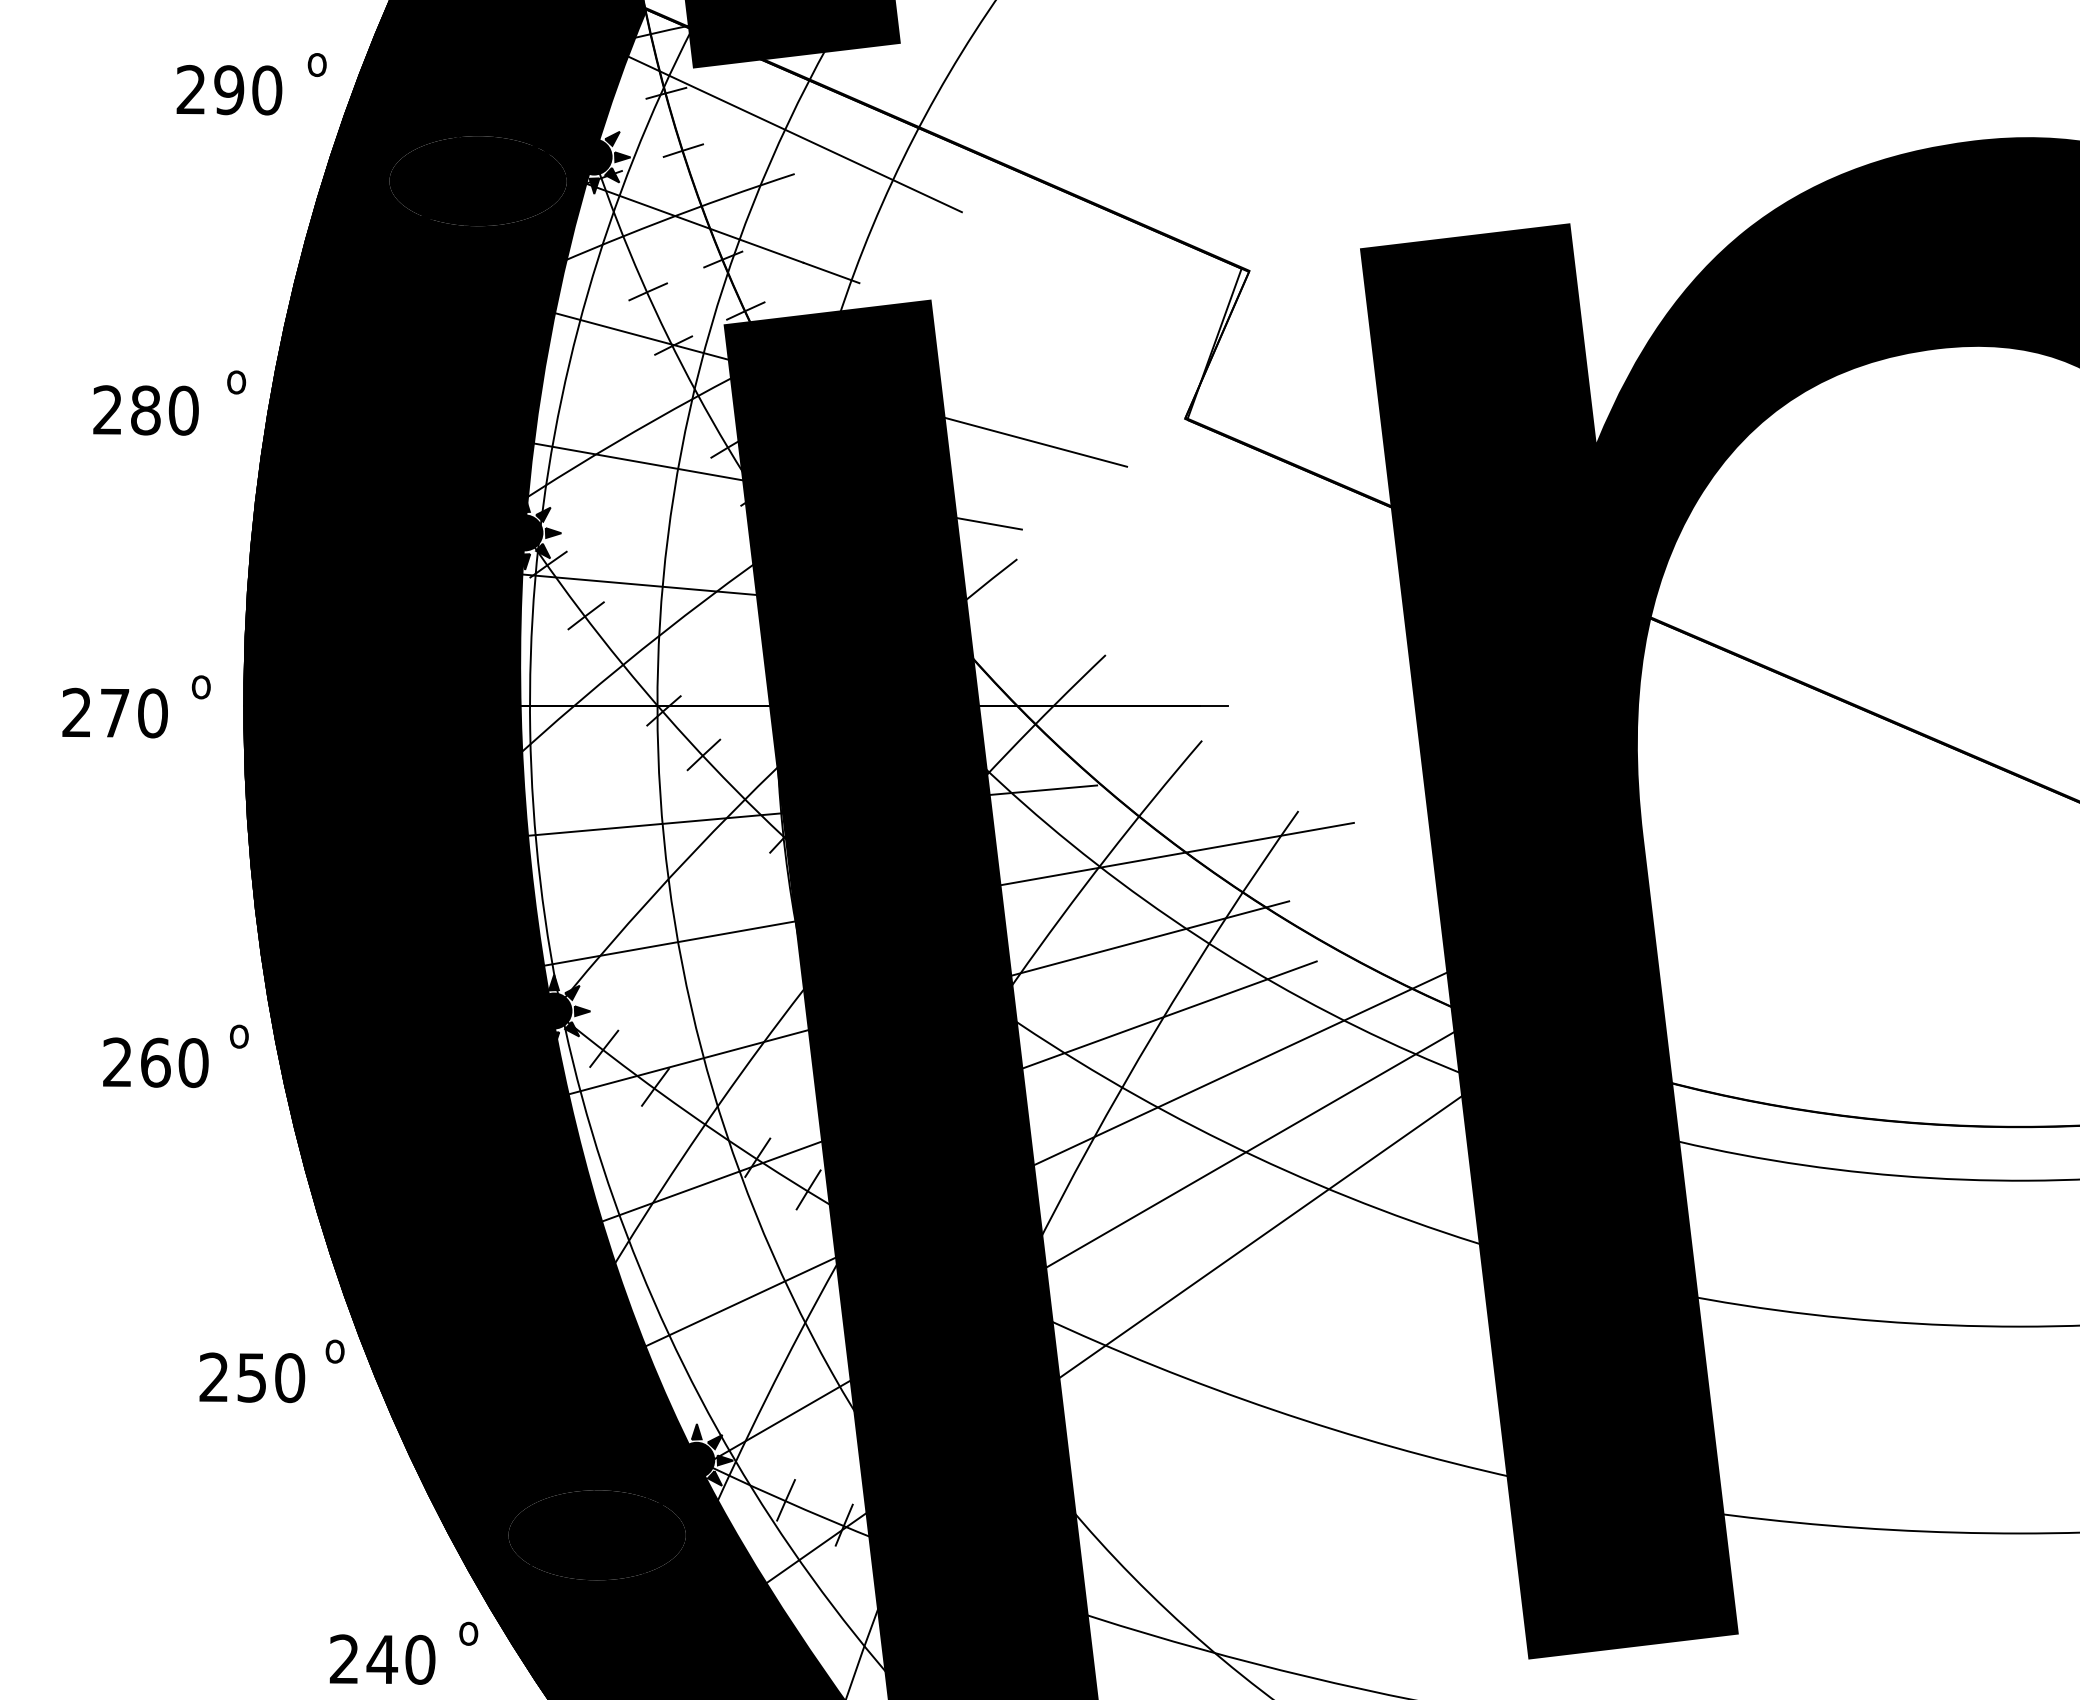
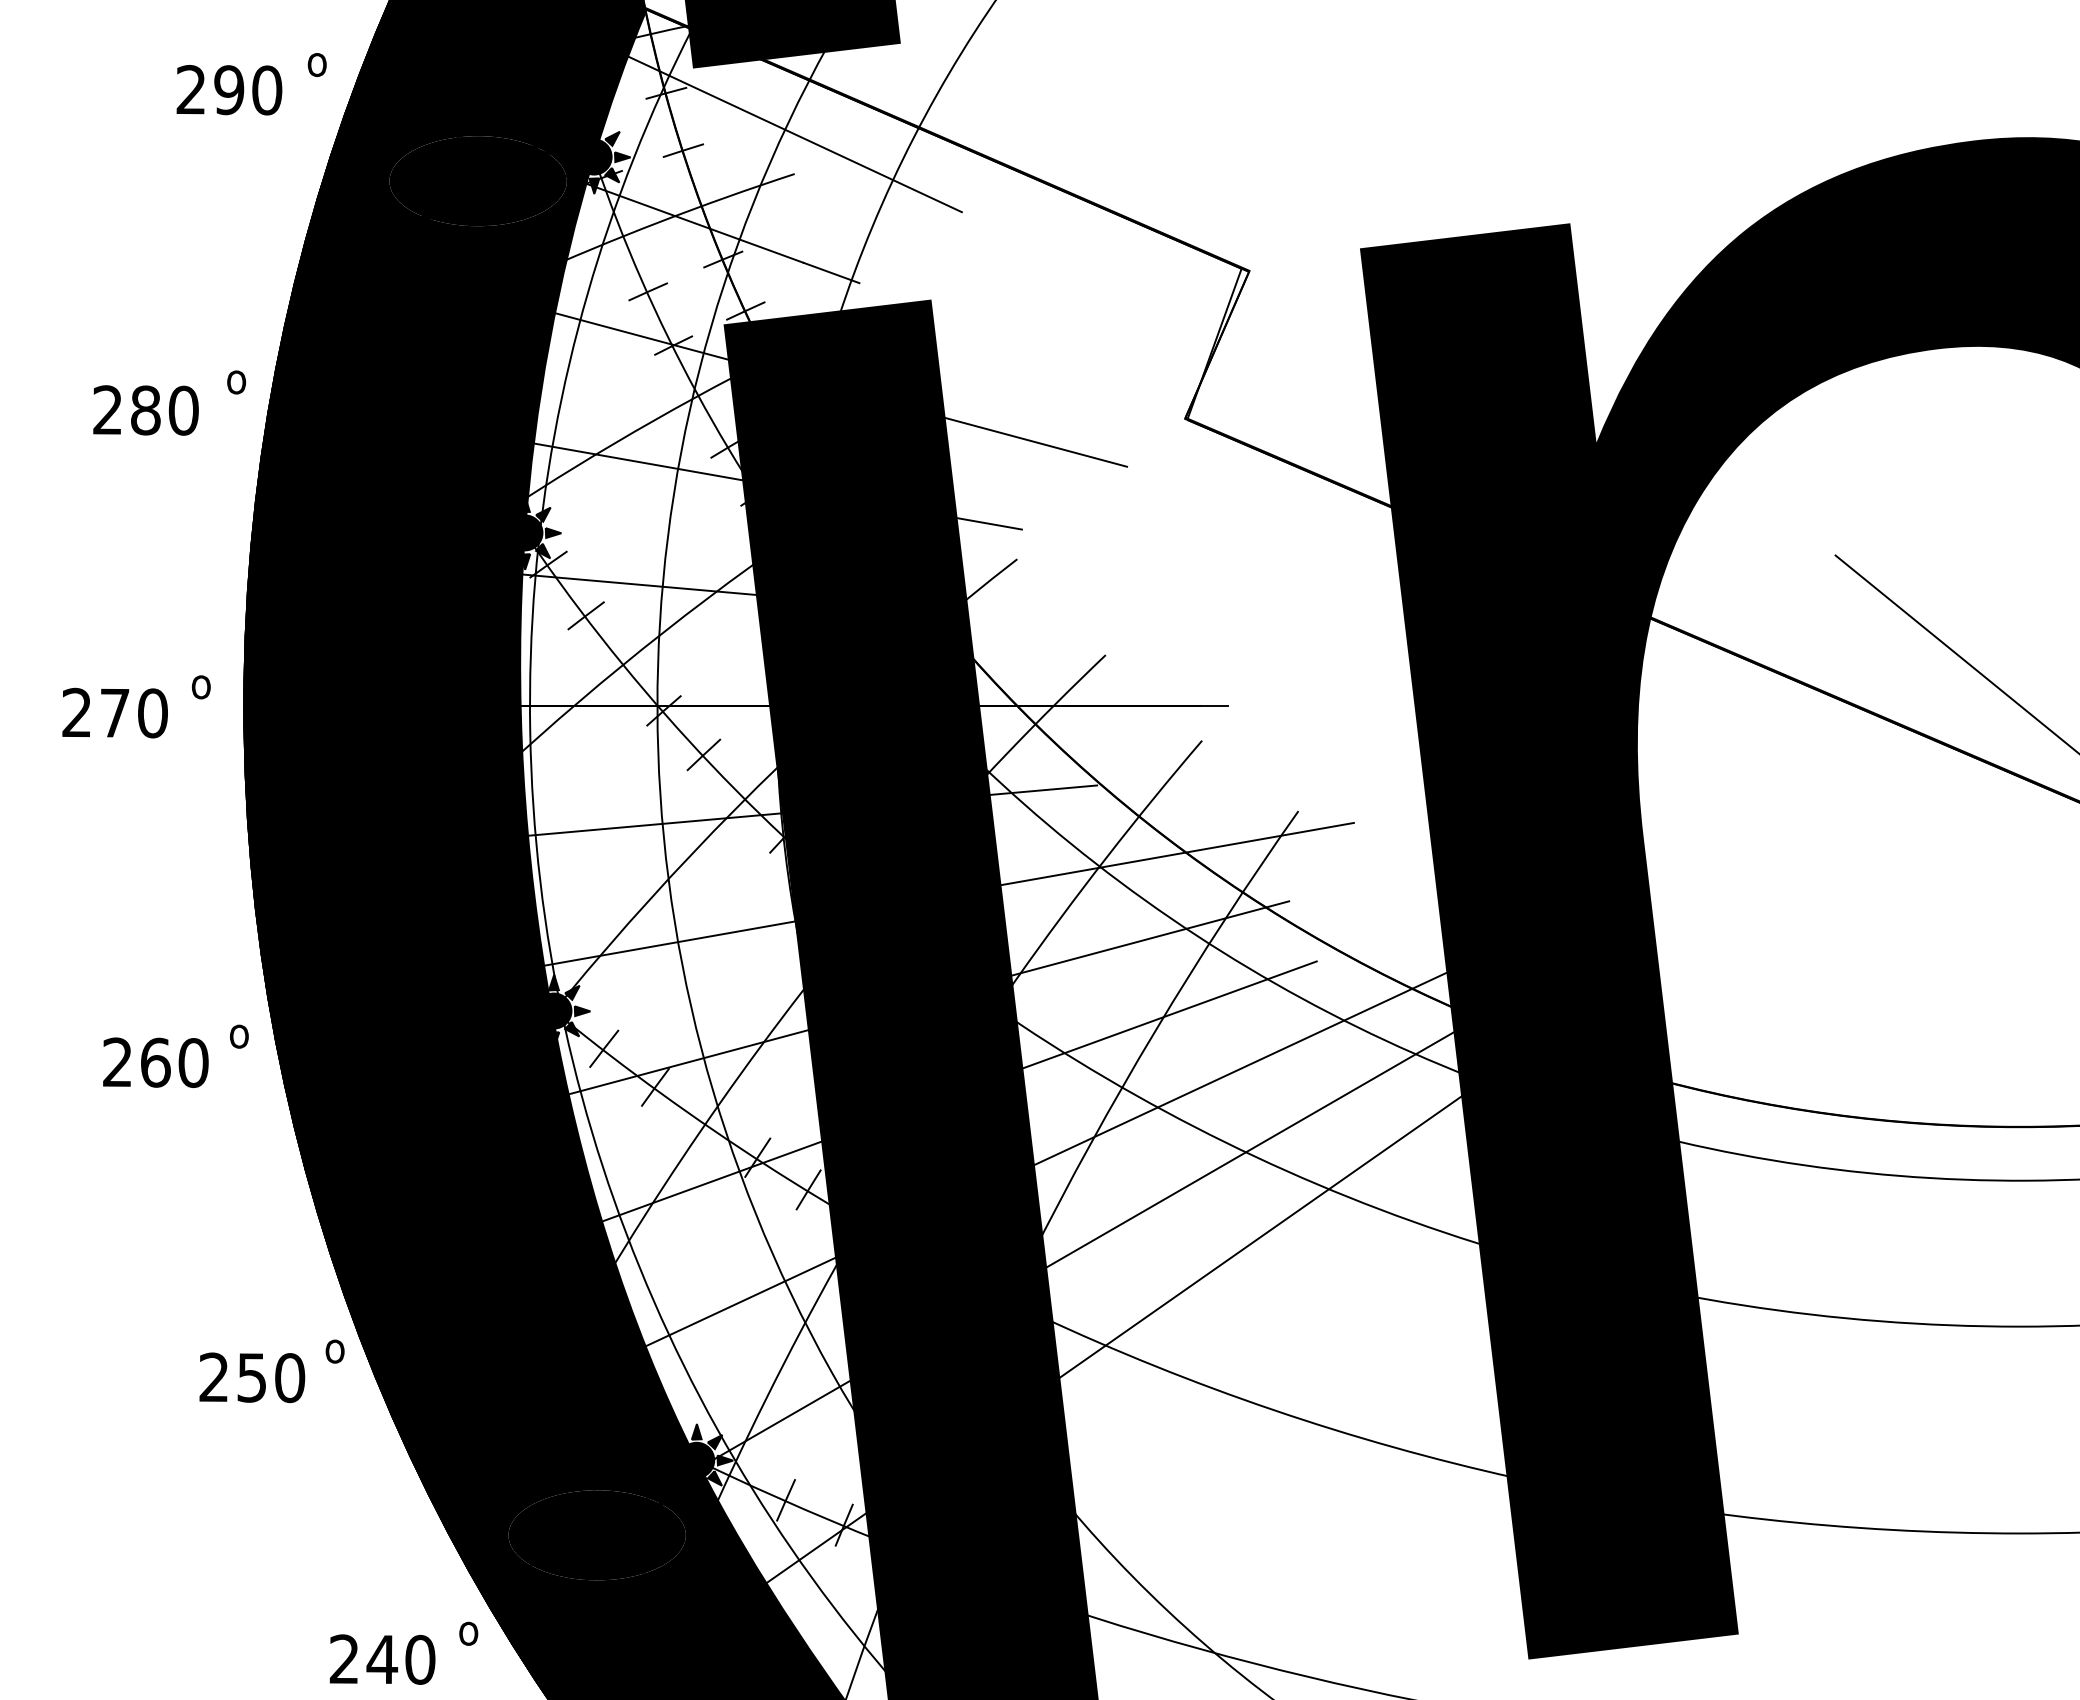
line at (1955, 653): none -> present
